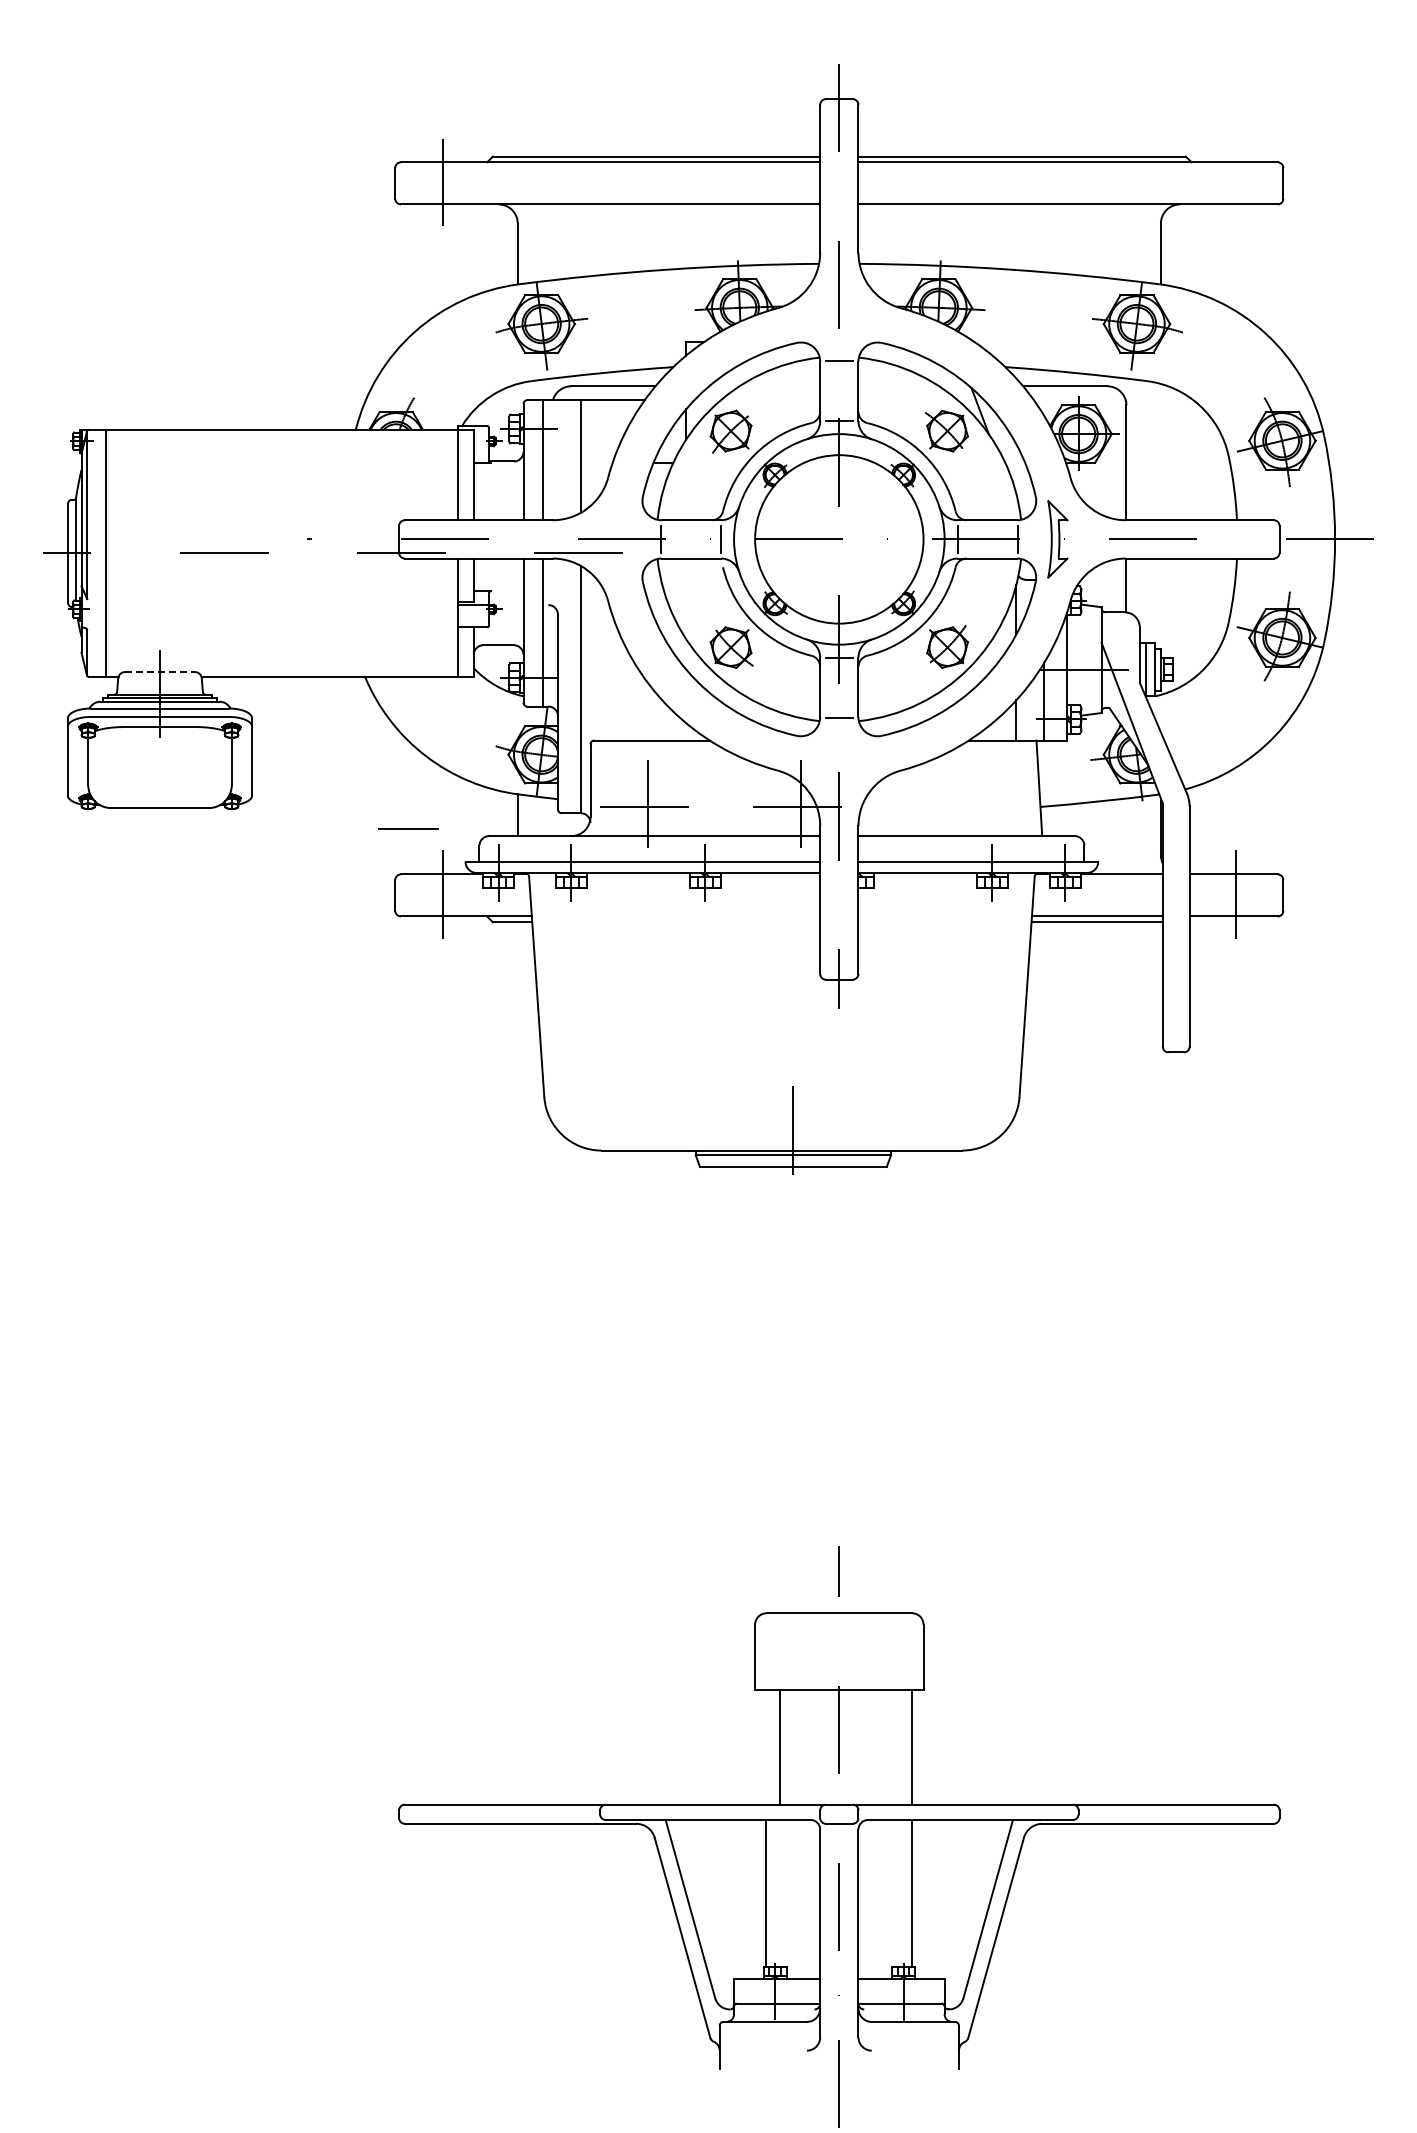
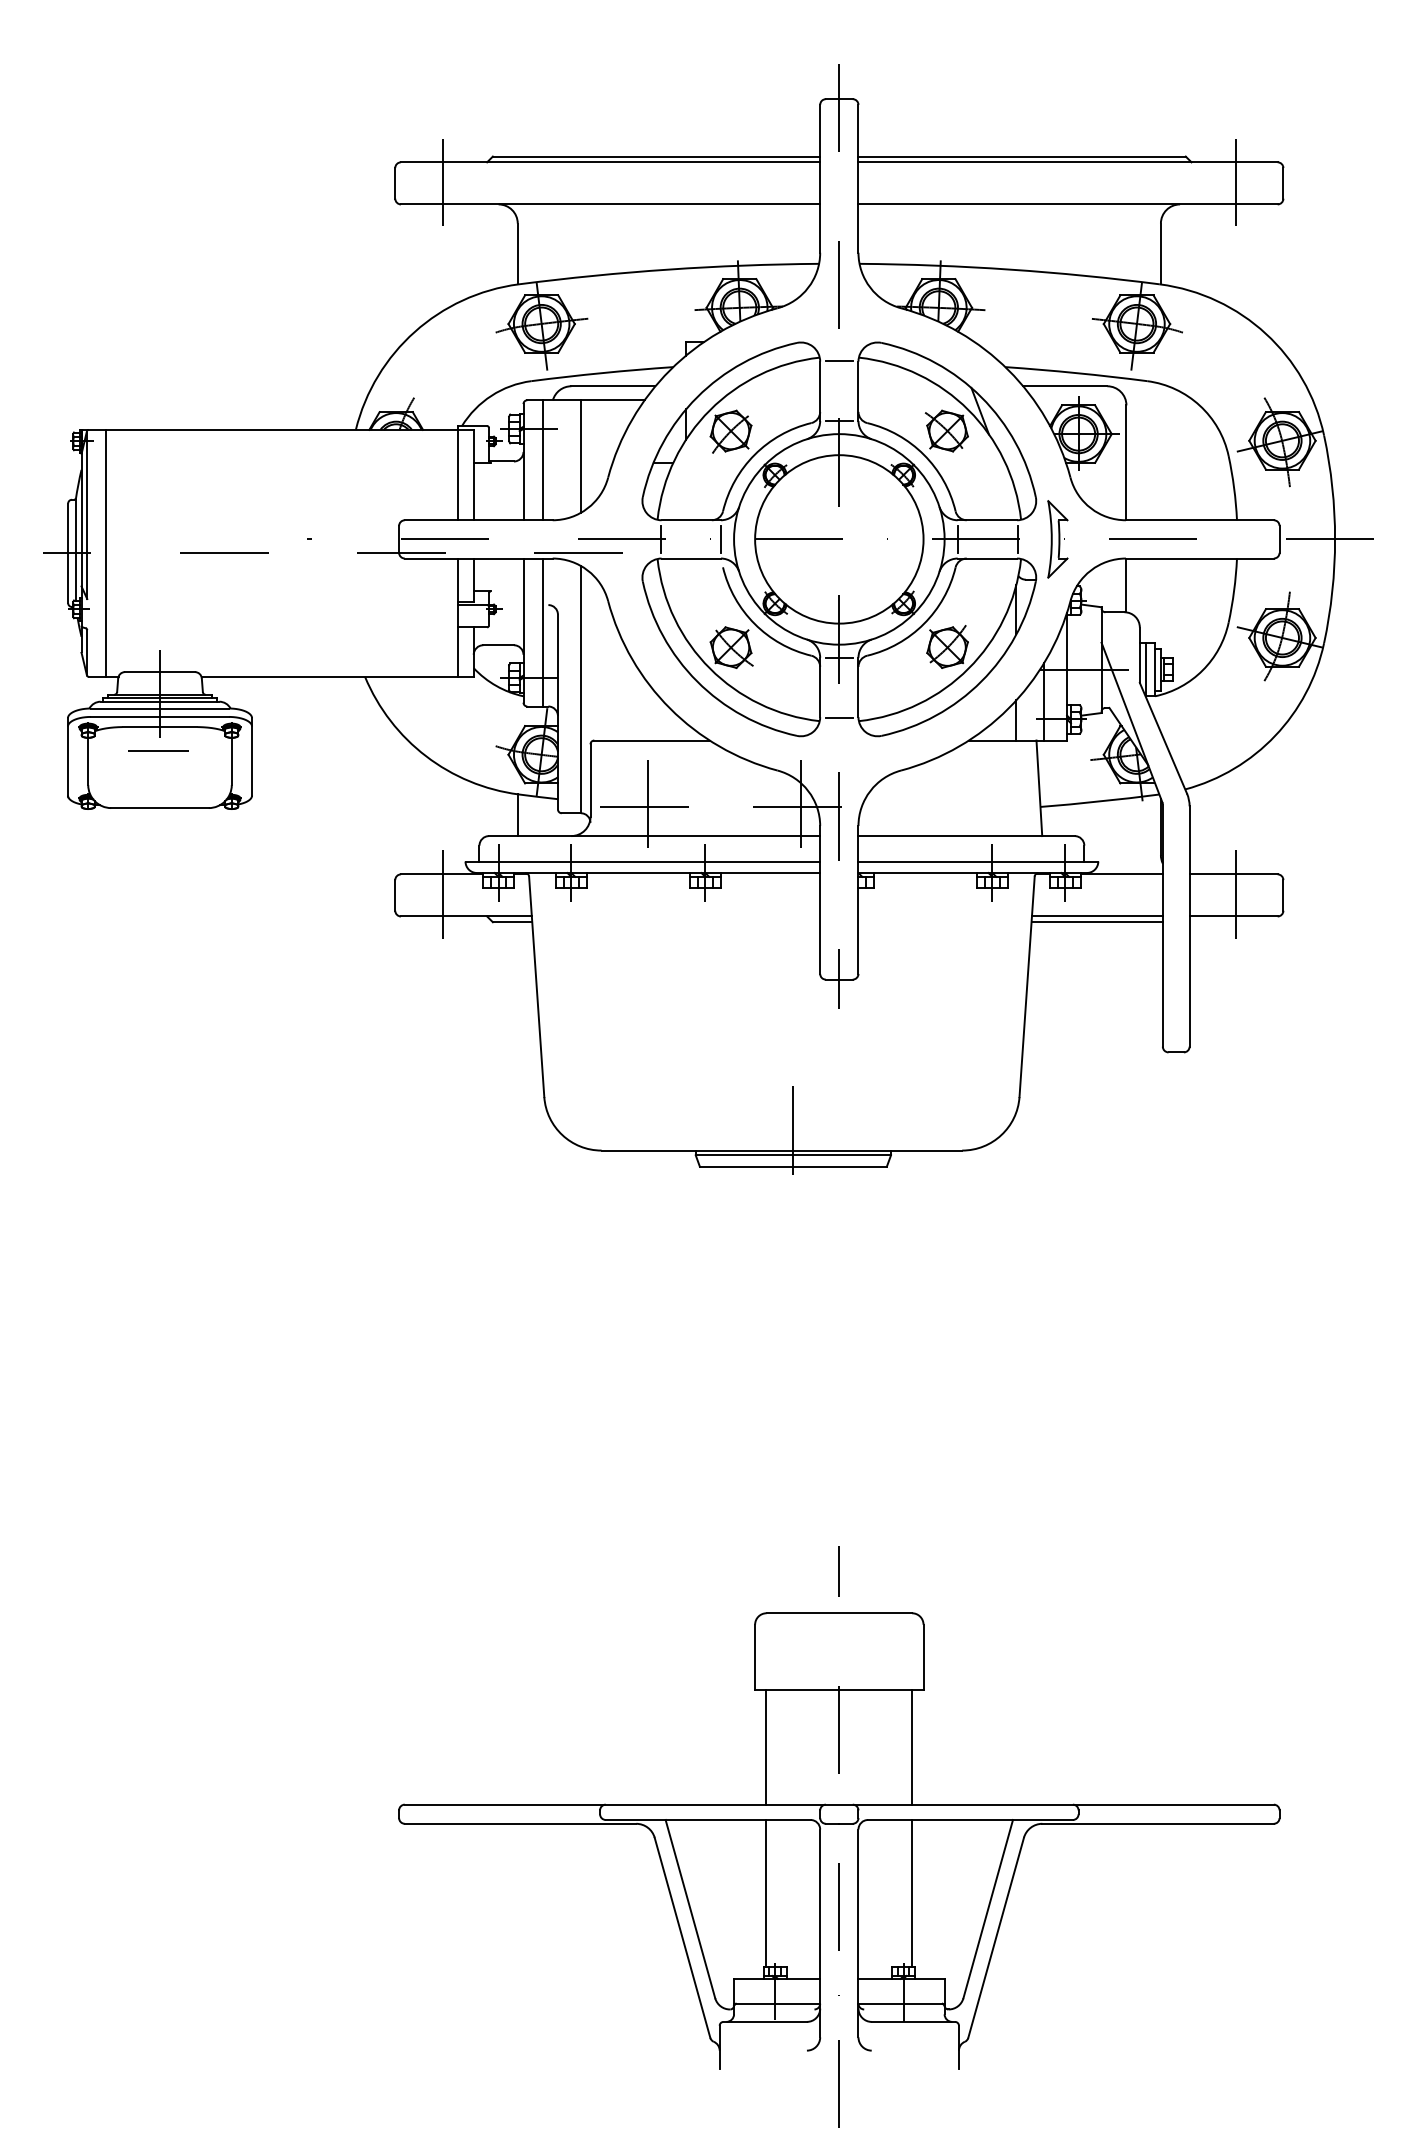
line at (1235, 182): none -> present
line at (160, 672): dashed -> solid
line at (408, 828) position: (408, 828) -> (158, 750)
line at (780, 1746) position: (780, 1746) -> (766, 1746)
